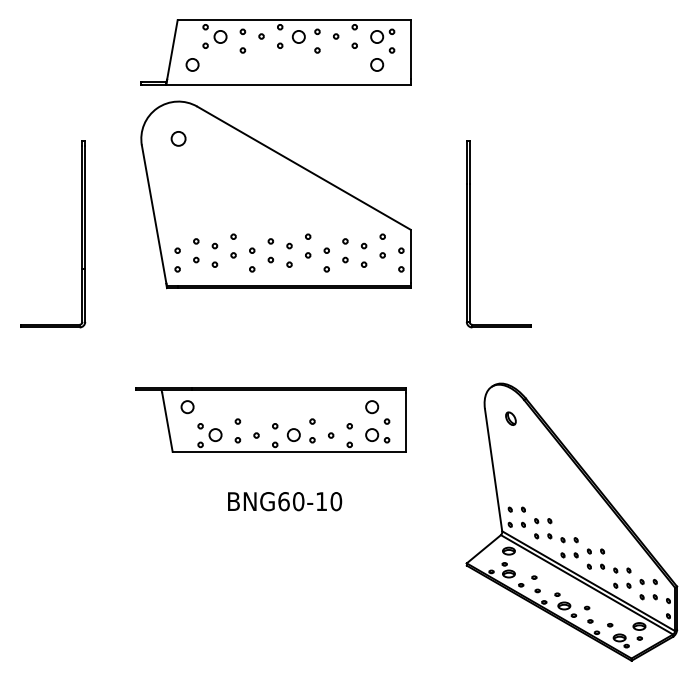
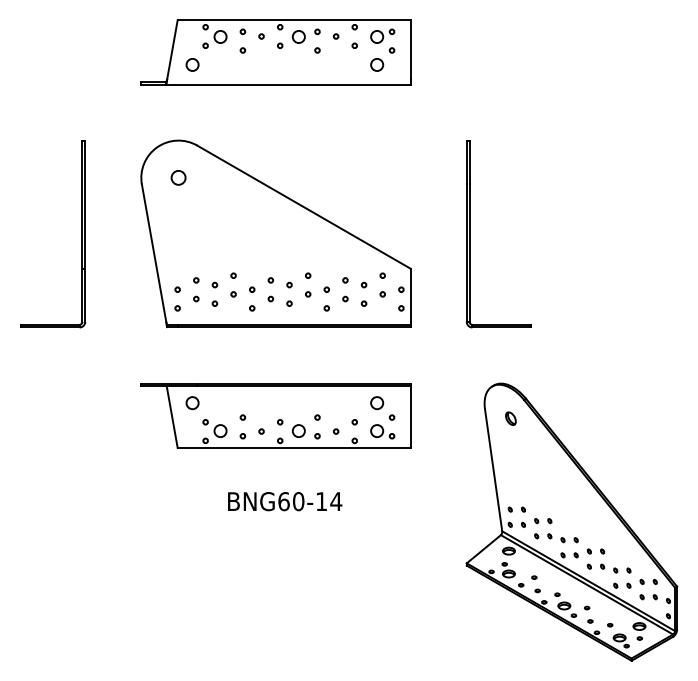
part at (275, 194) position: (275, 194) -> (275, 233)
part at (270, 419) position: (270, 419) -> (275, 415)
text at (336, 501): BNG60-10 -> BNG60-14
